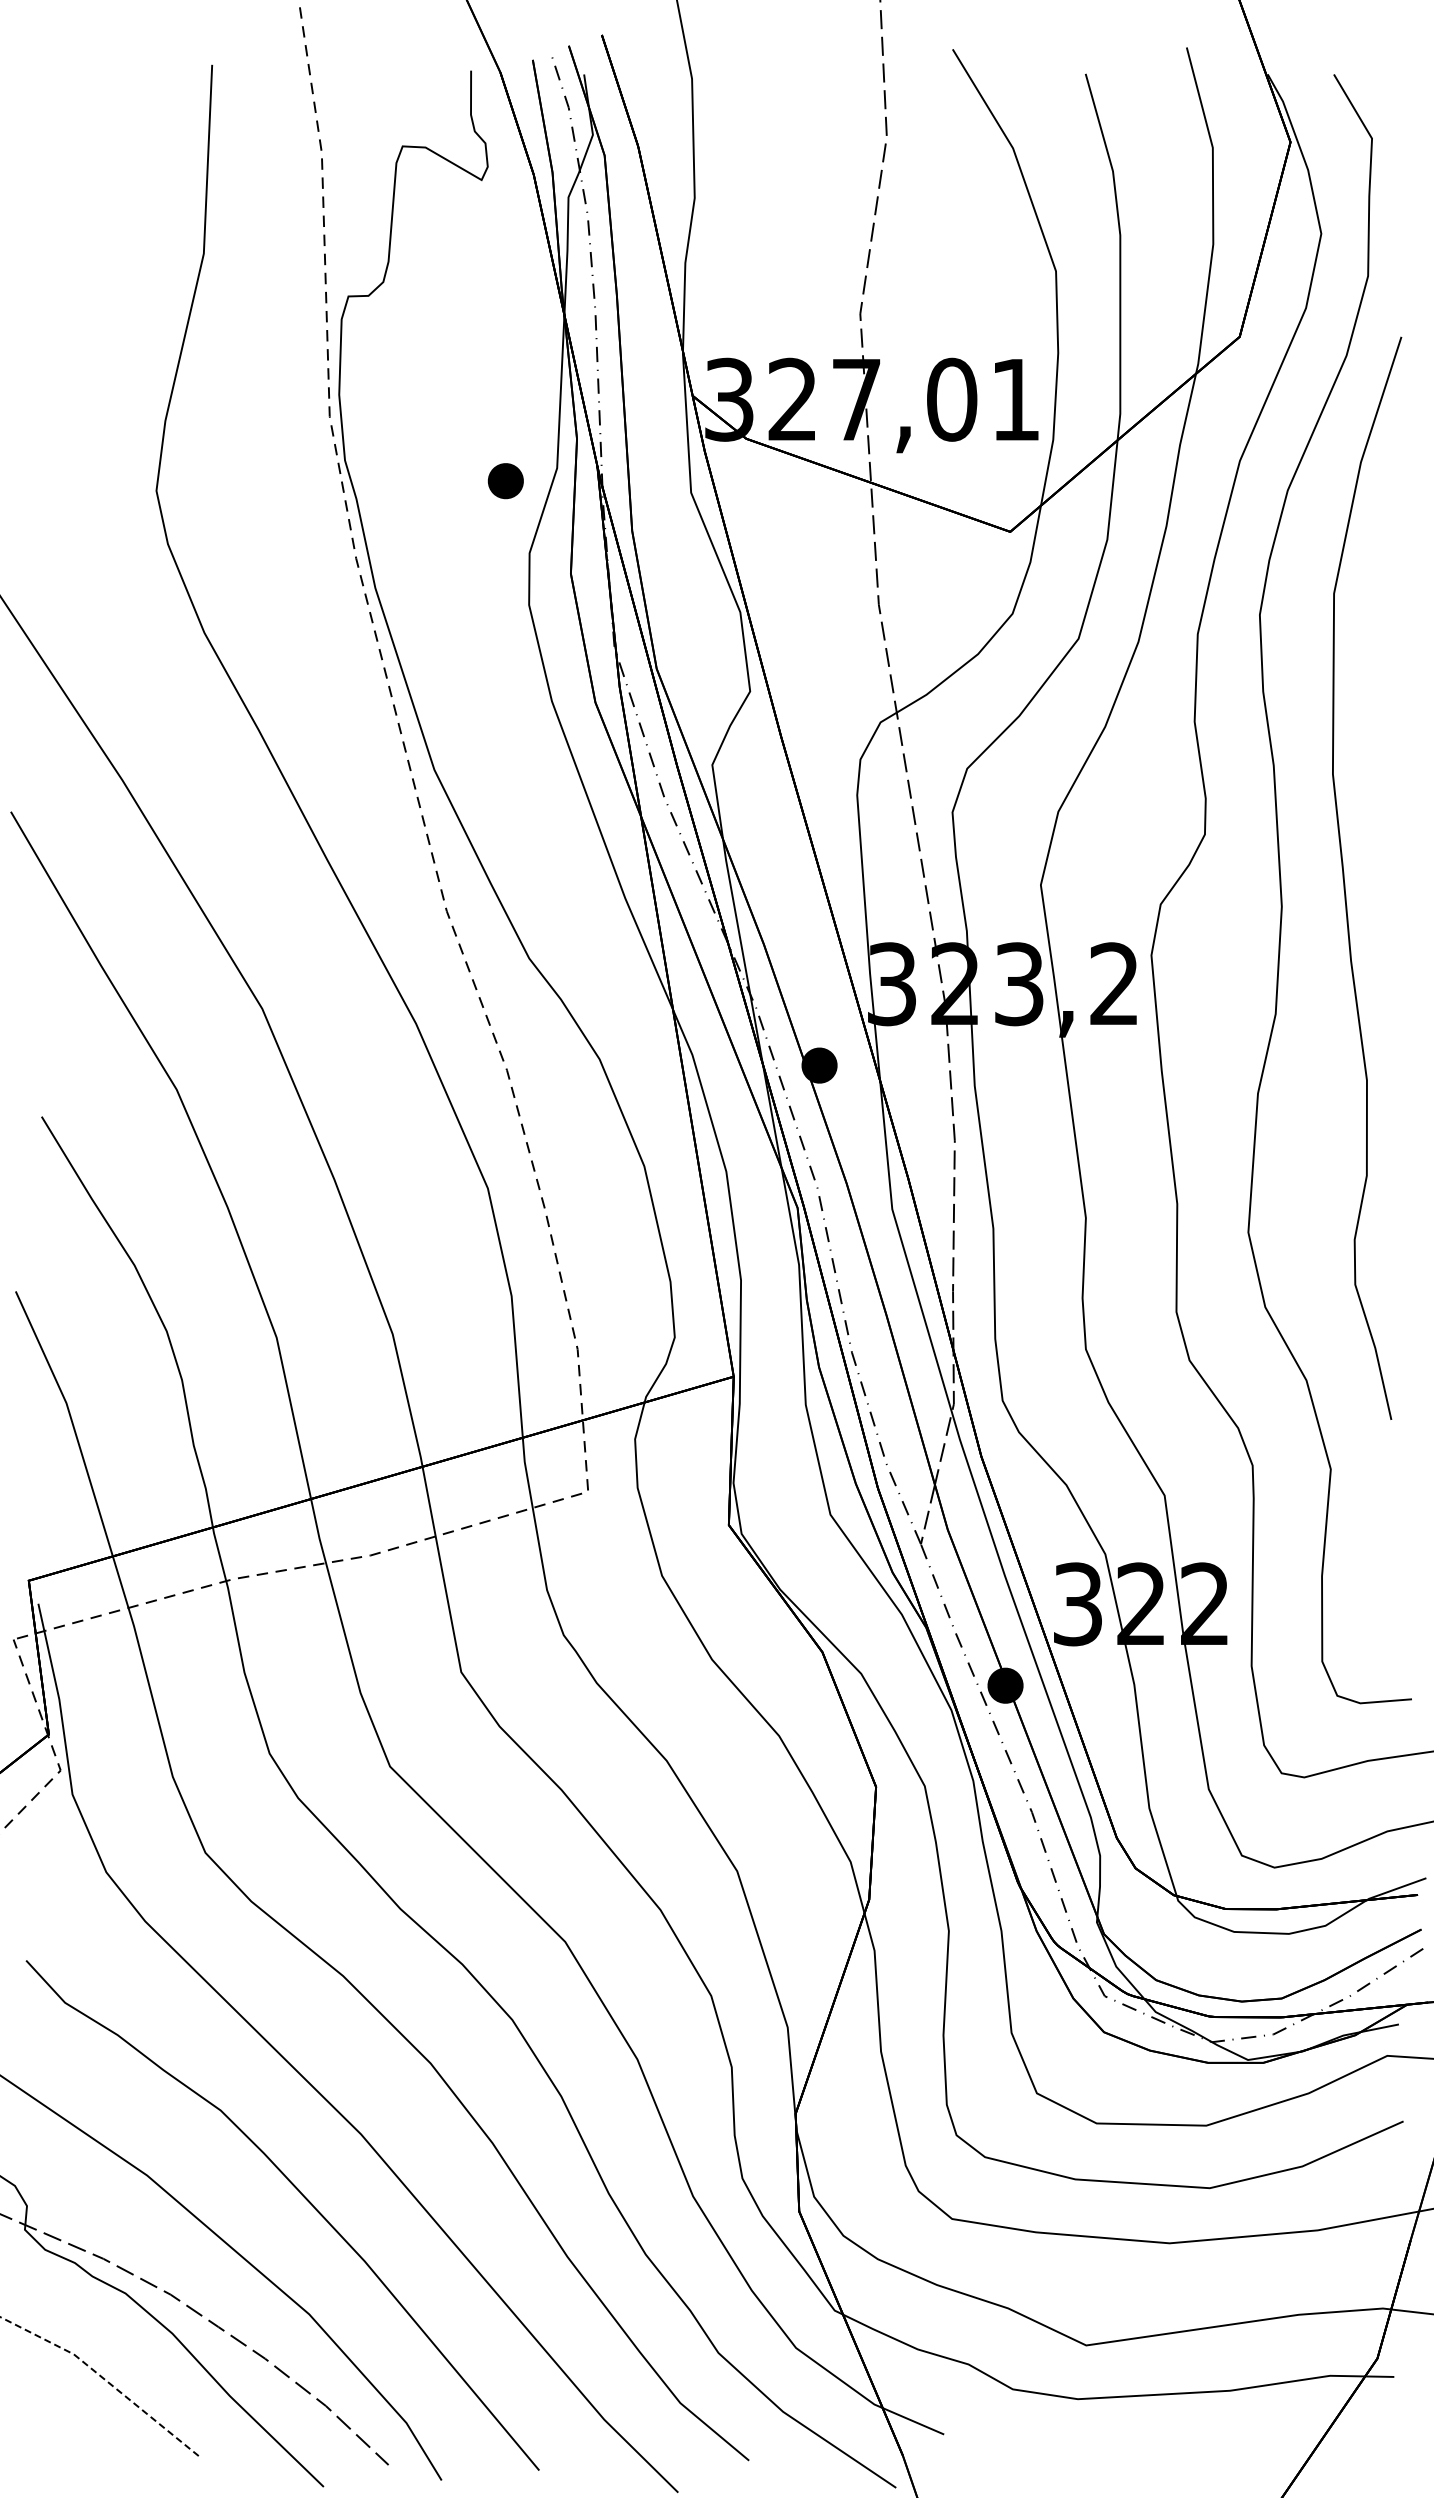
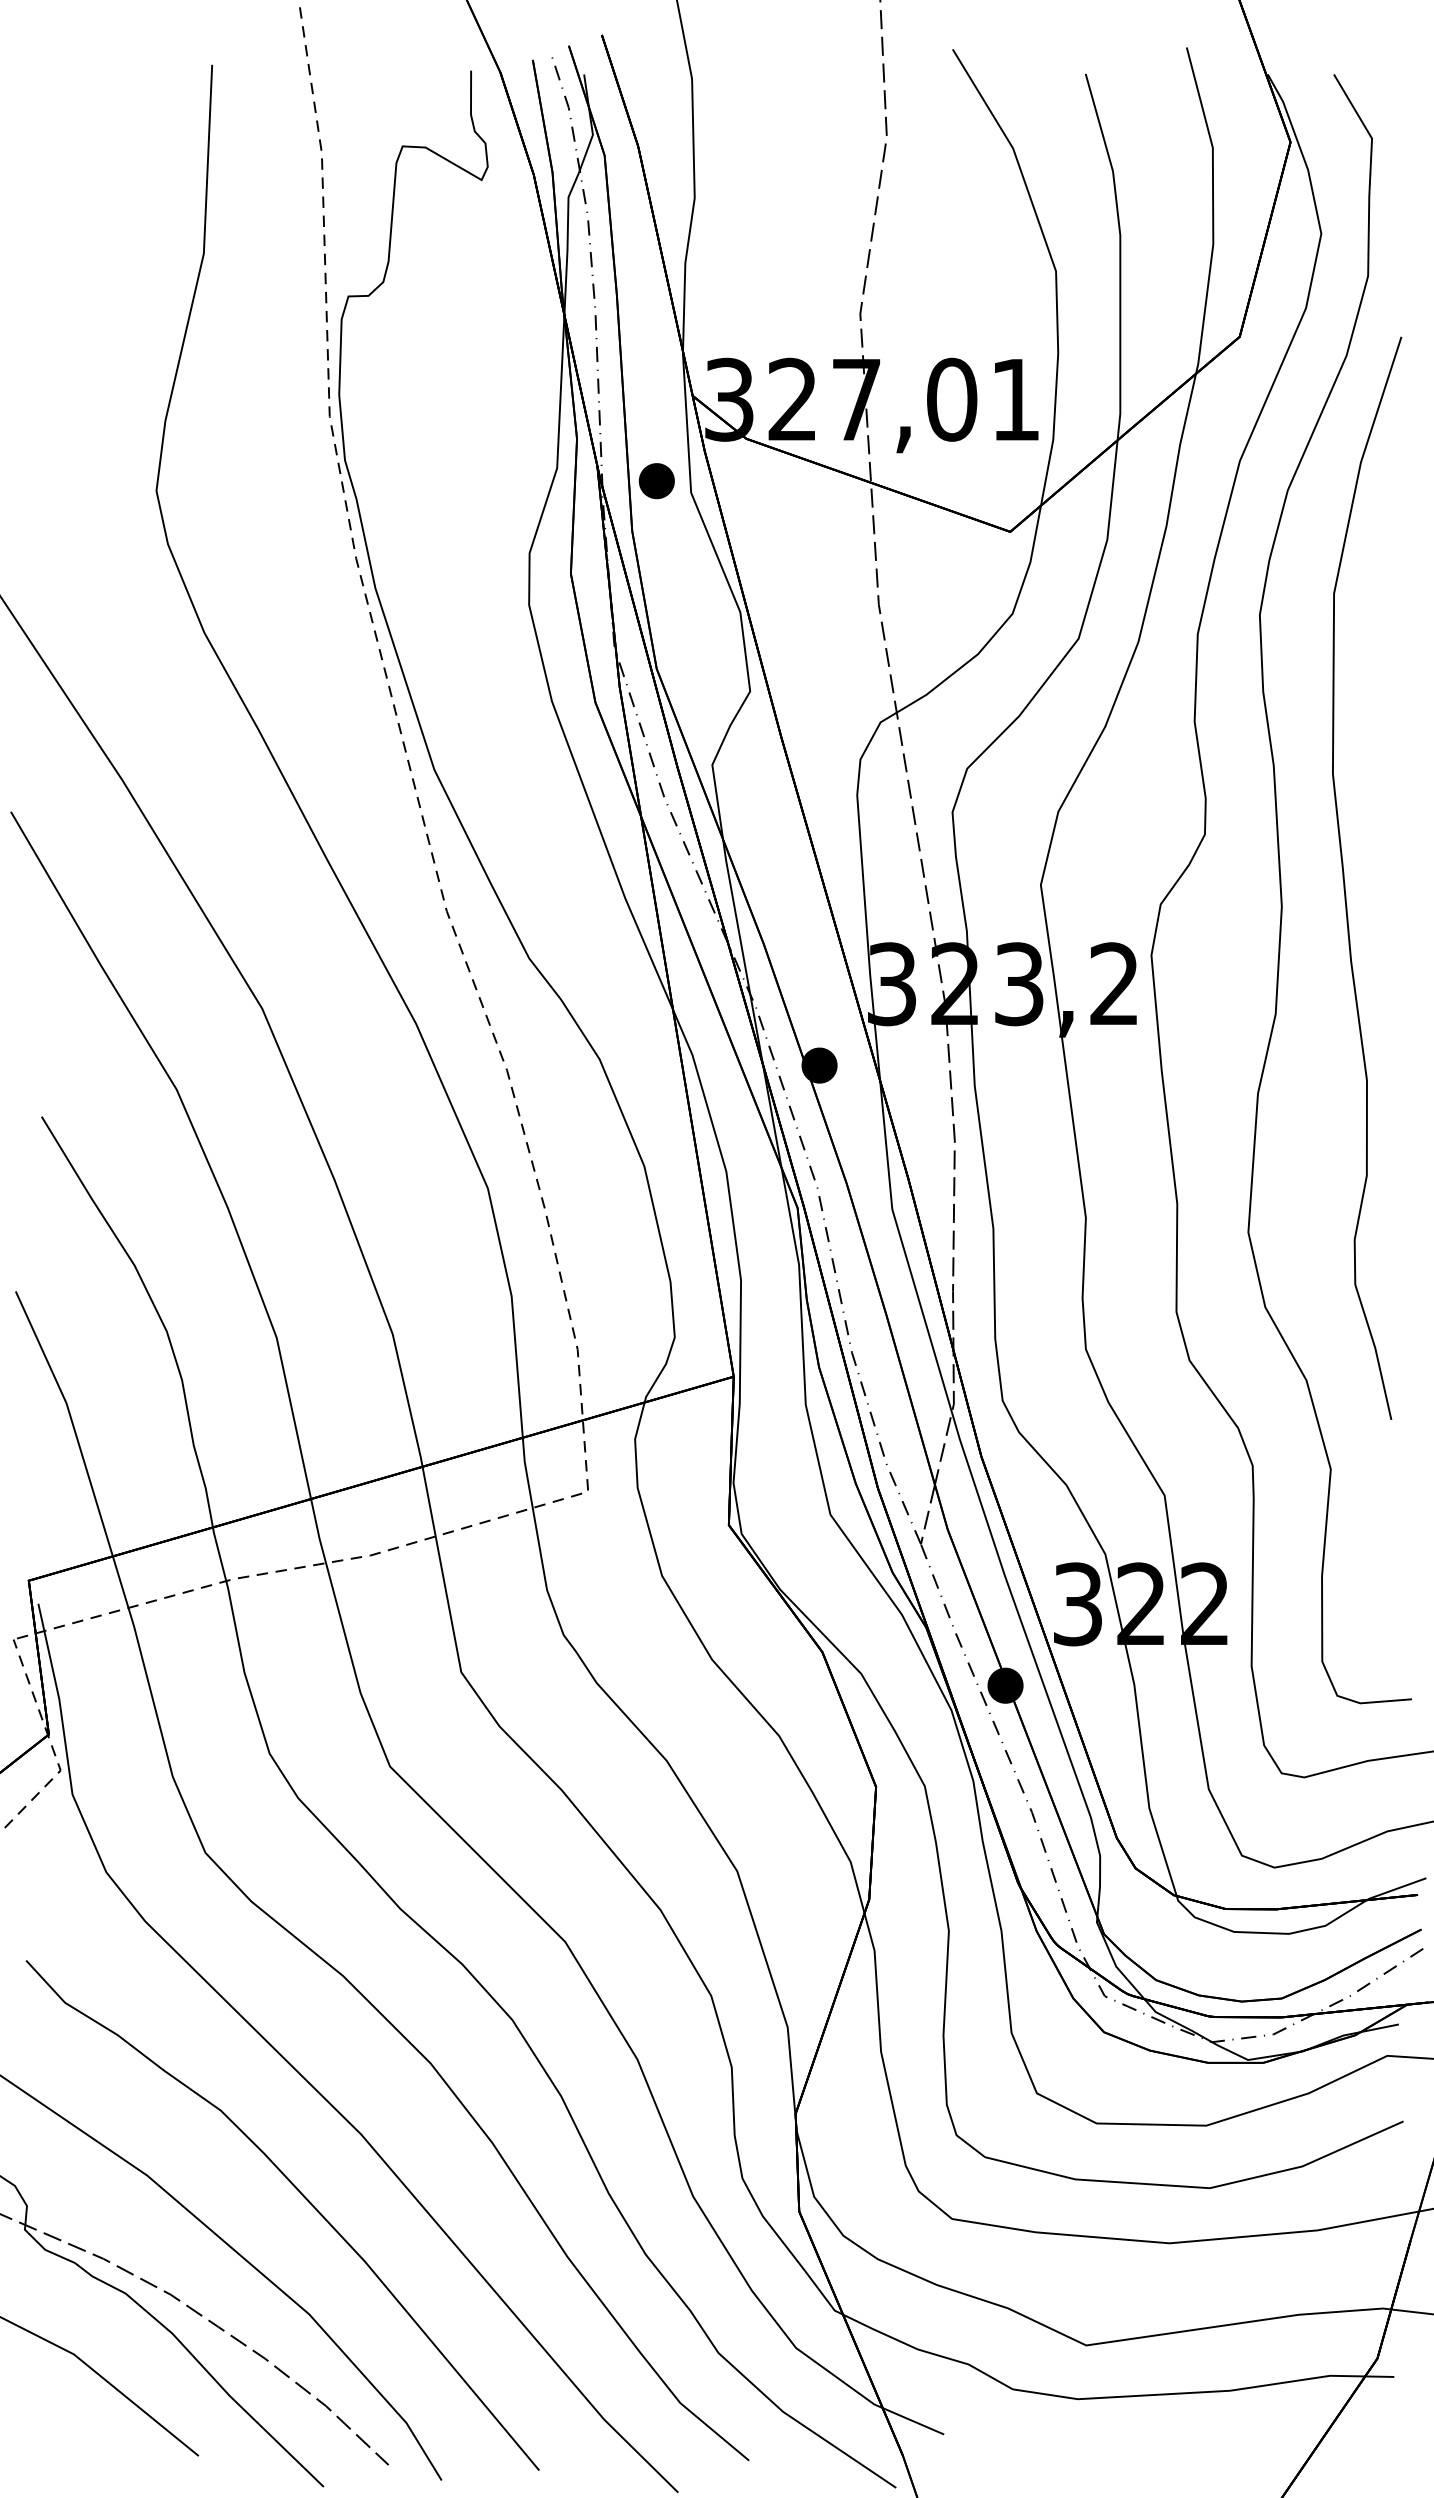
part at (505, 481) position: (505, 481) -> (656, 481)
line at (103, 2378): dashed -> solid
